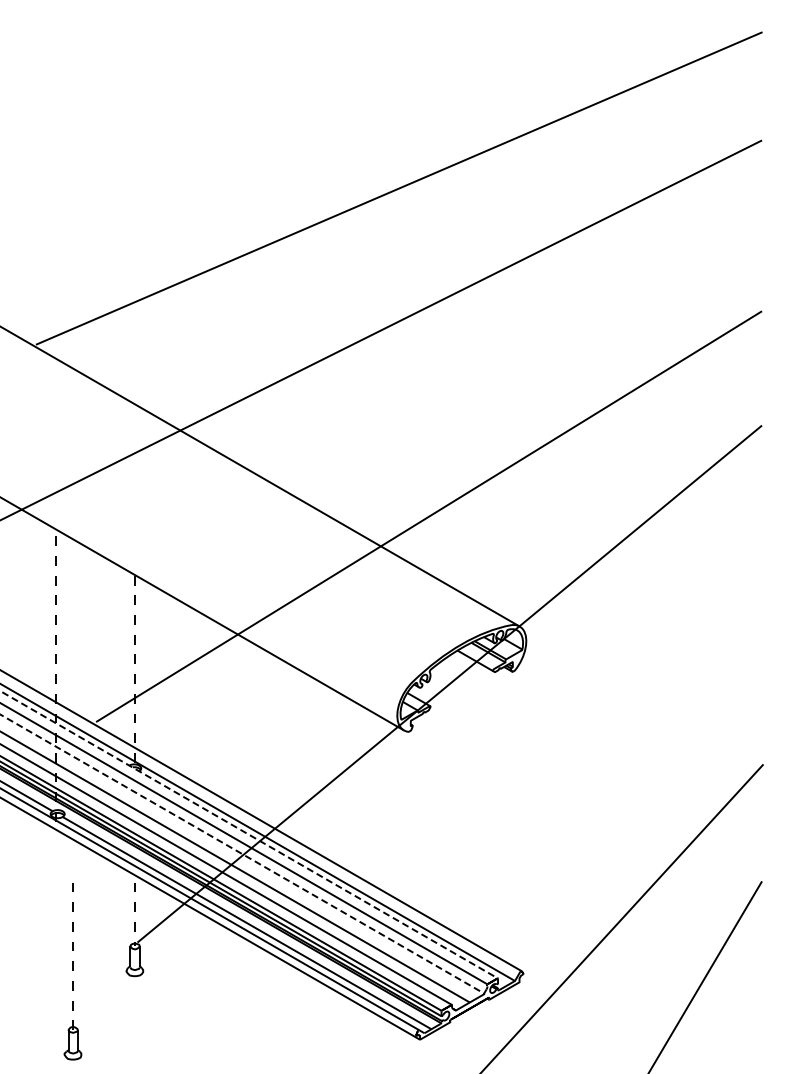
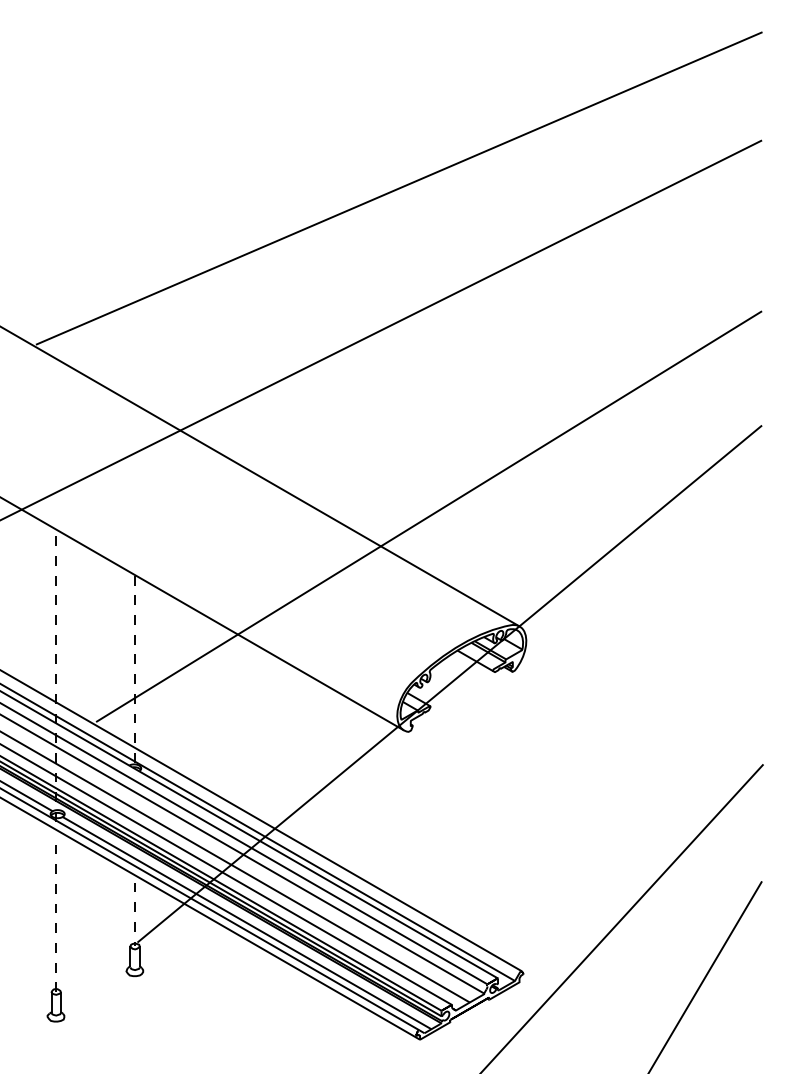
line at (249, 835): dashed -> solid
line at (242, 854): dashed -> solid
part at (72, 971) position: (72, 971) -> (55, 933)
